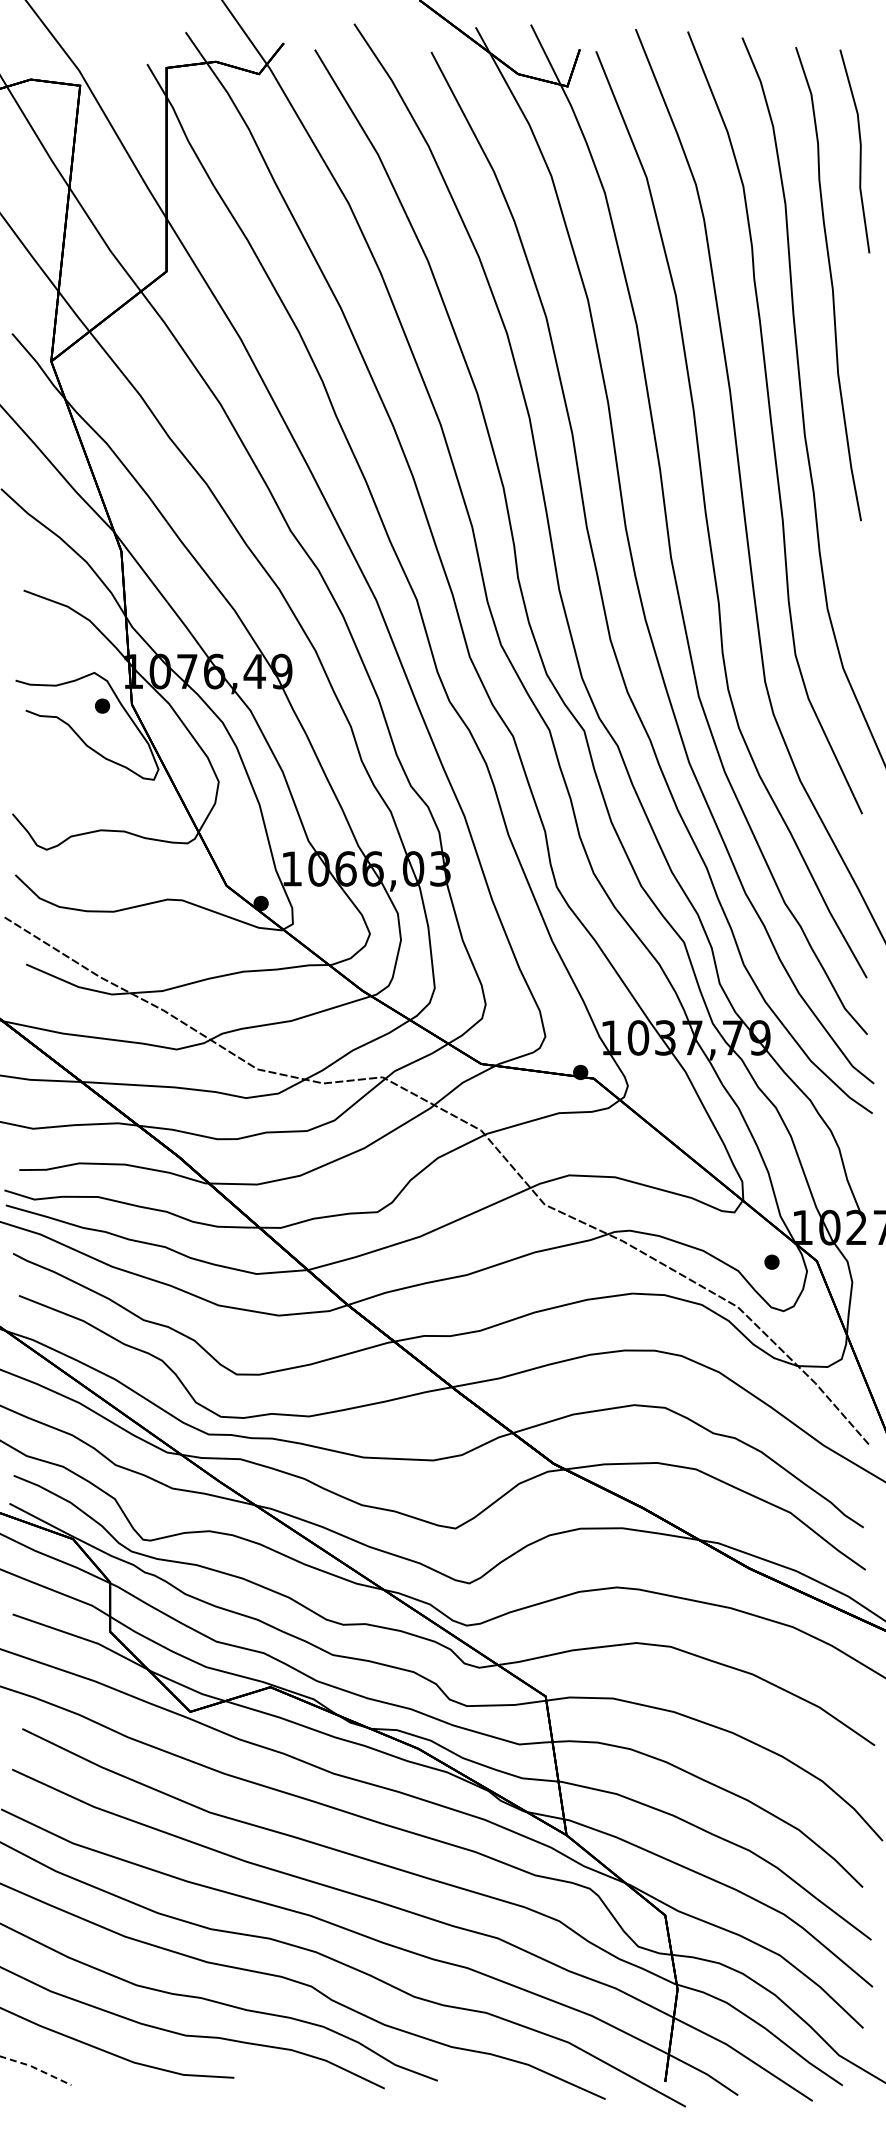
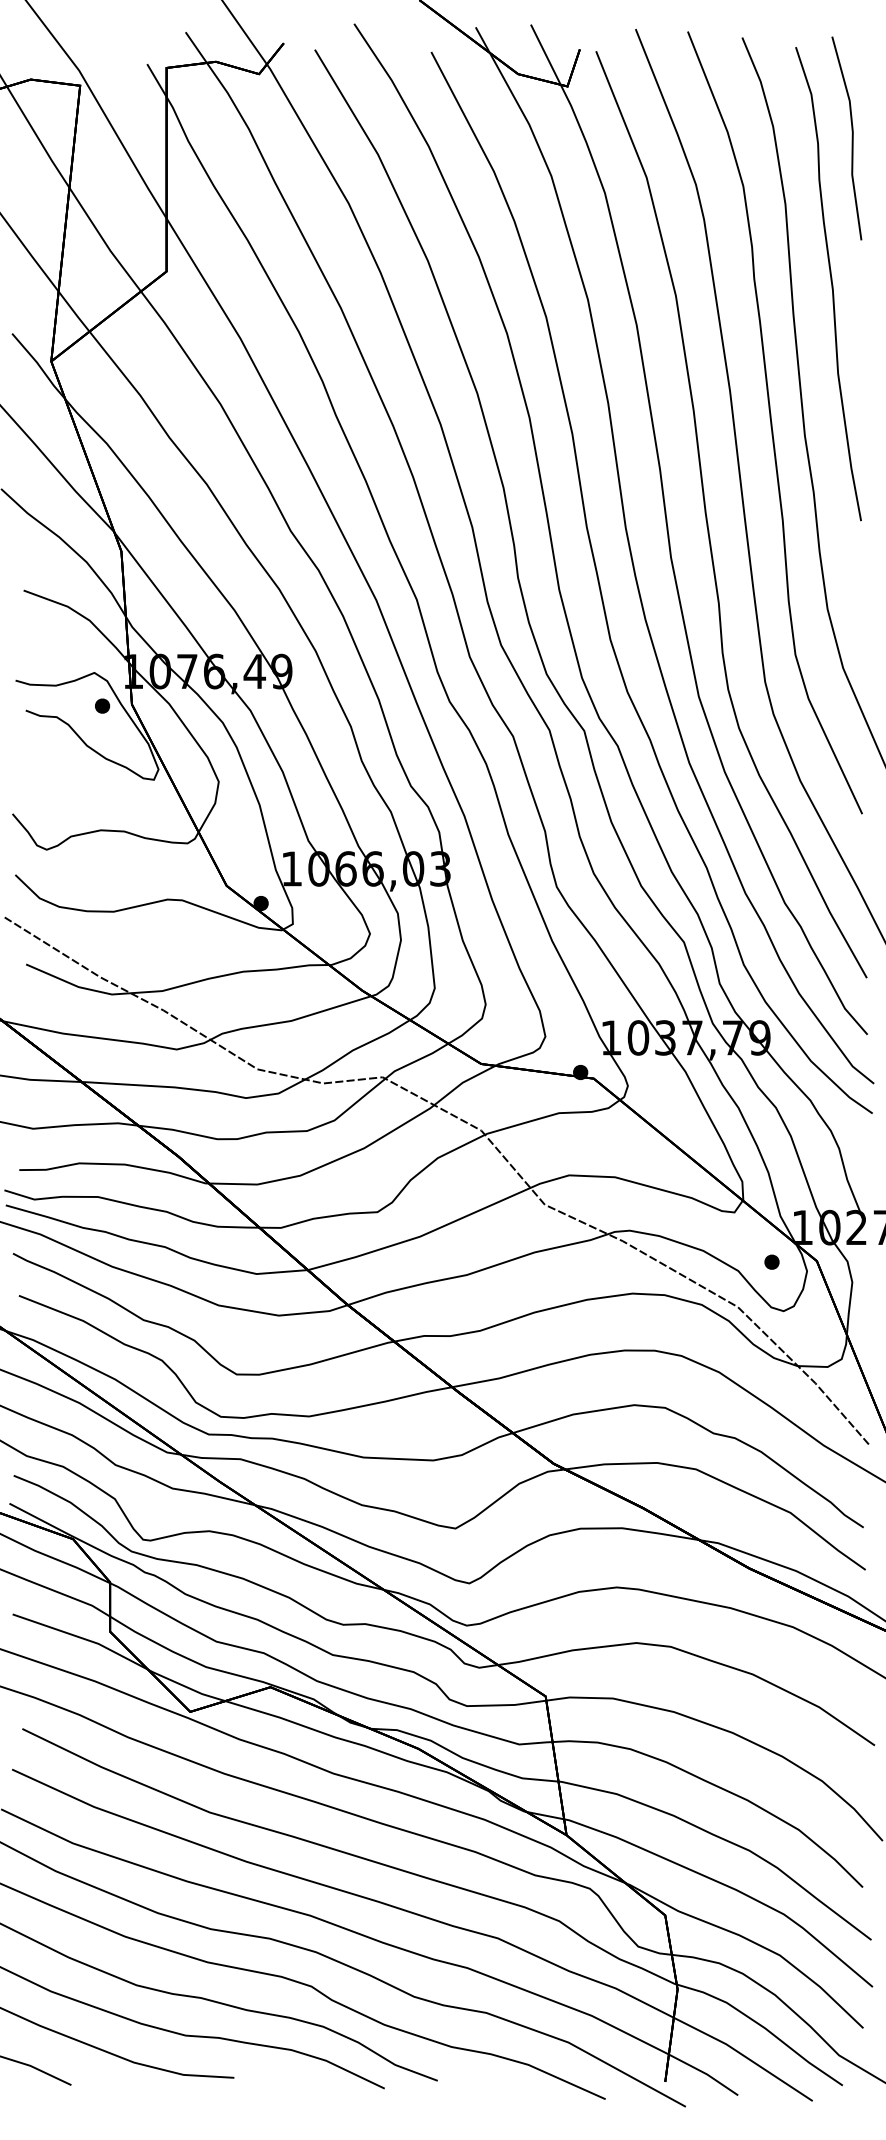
line at (859, 151) position: (859, 151) -> (851, 138)
line at (36, 2068): dashed -> solid
